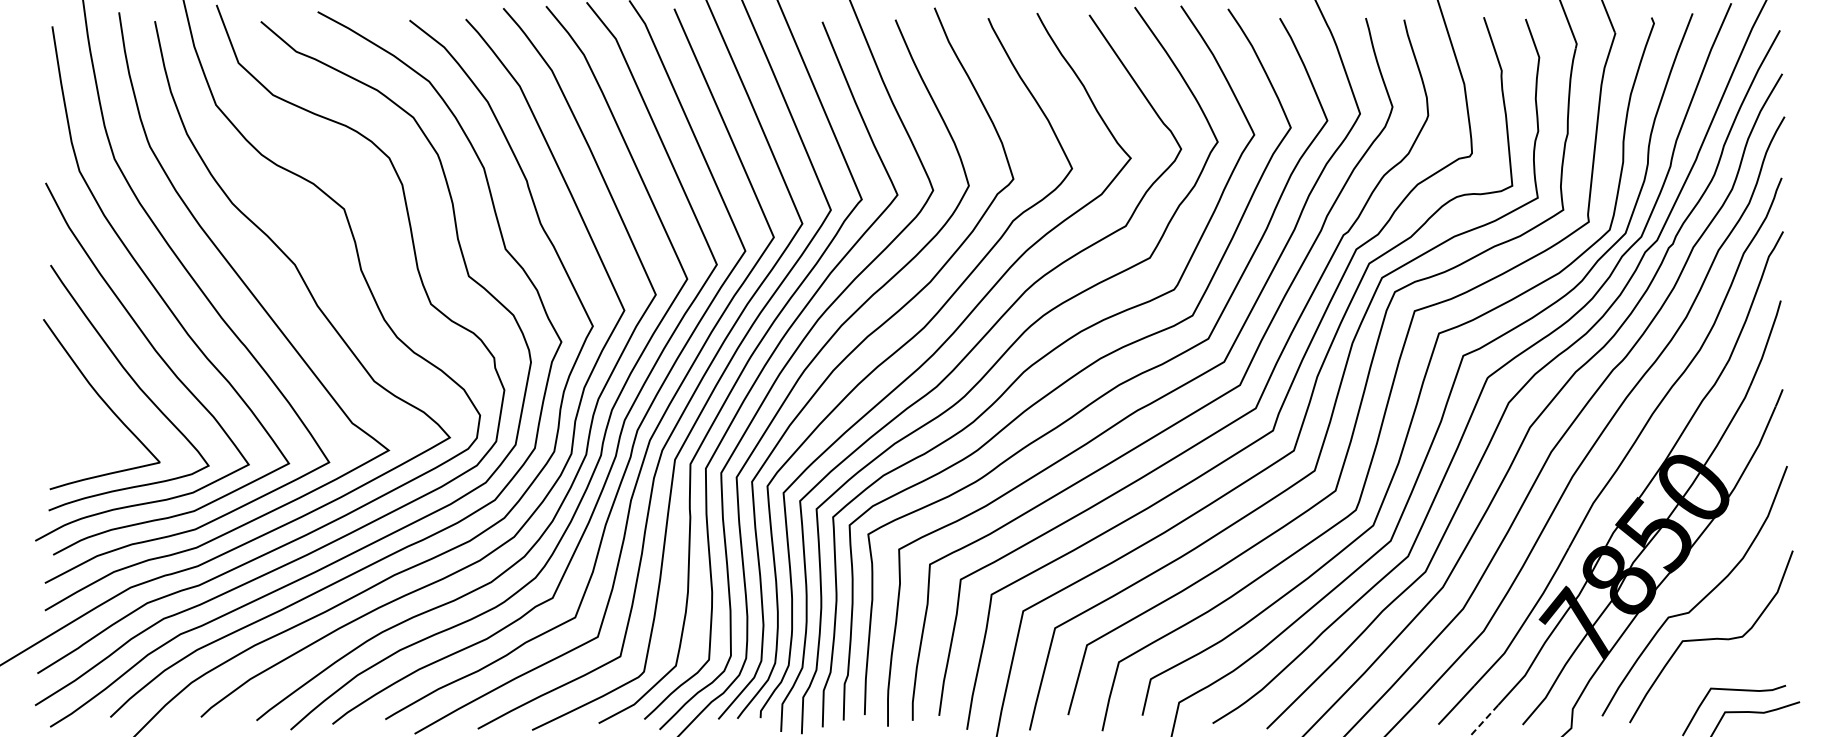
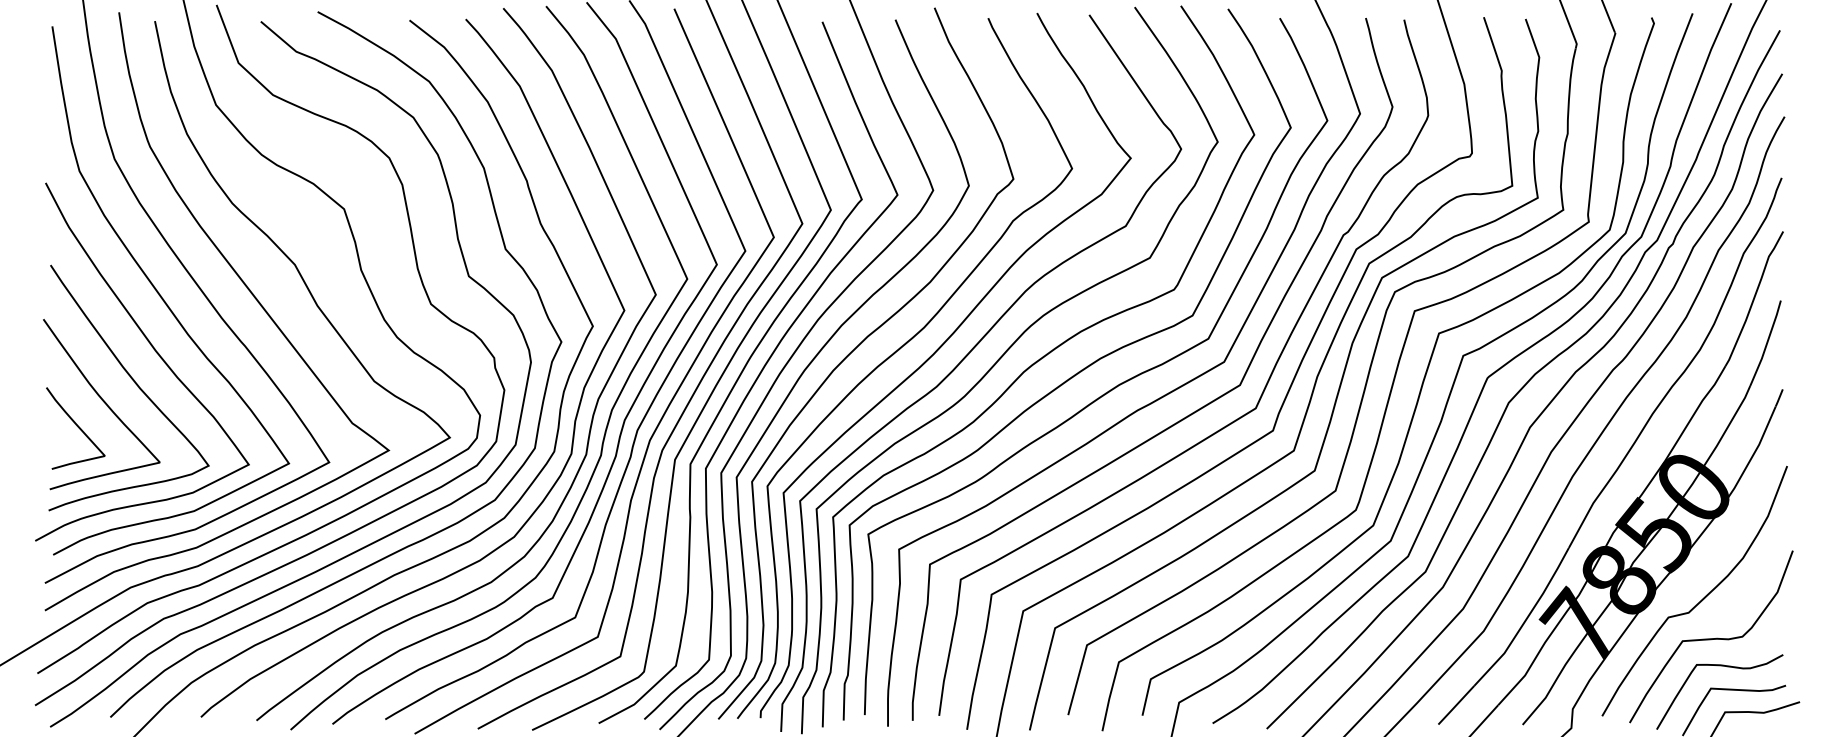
curve at (76, 426): none -> present
curve at (1719, 666): none -> present
line at (1483, 721): dashed -> solid
